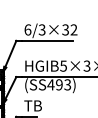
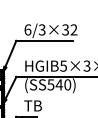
text at (59, 84): (SS493) -> (SS540)
